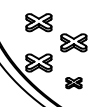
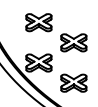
part at (73, 83) size: 18x13 px -> 28x20 px
